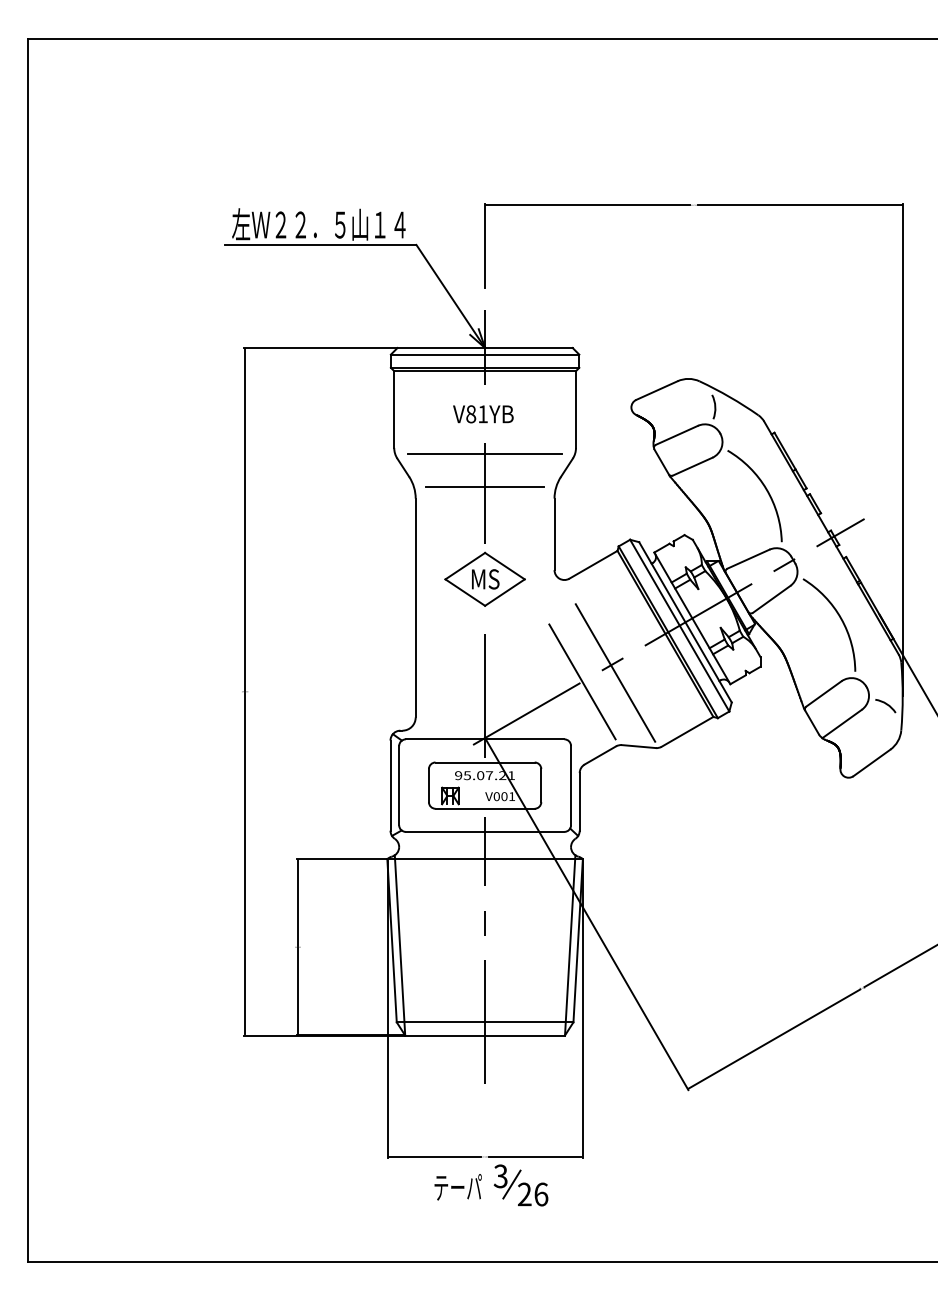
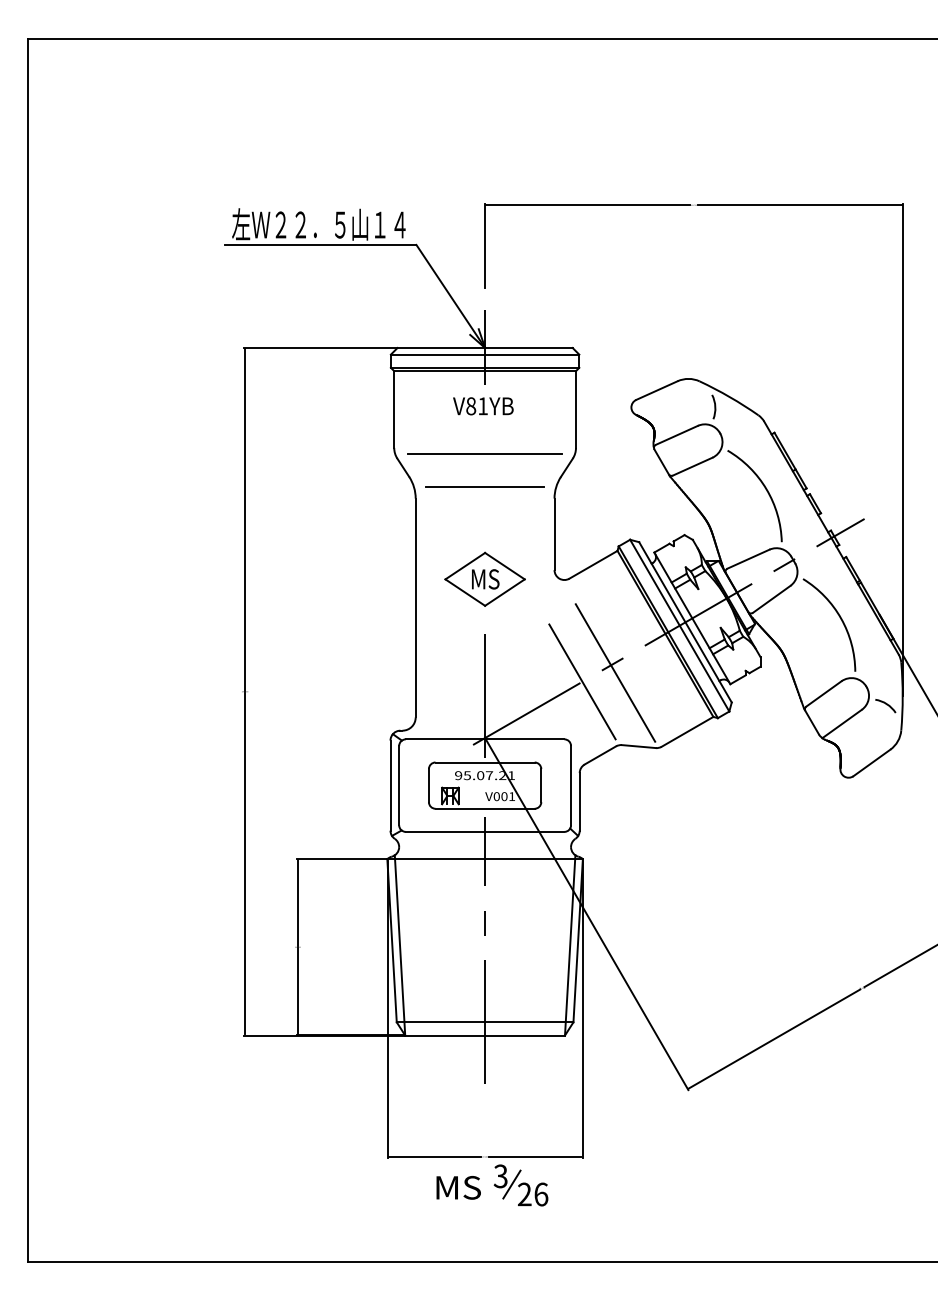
text at (483, 414) position: (483, 414) -> (483, 406)
line at (485, 493): present -> none
text at (457, 1187): テーパ -> MS
